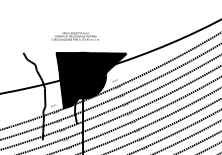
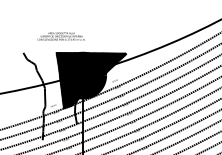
text at (74, 36) position: (74, 36) -> (60, 36)
